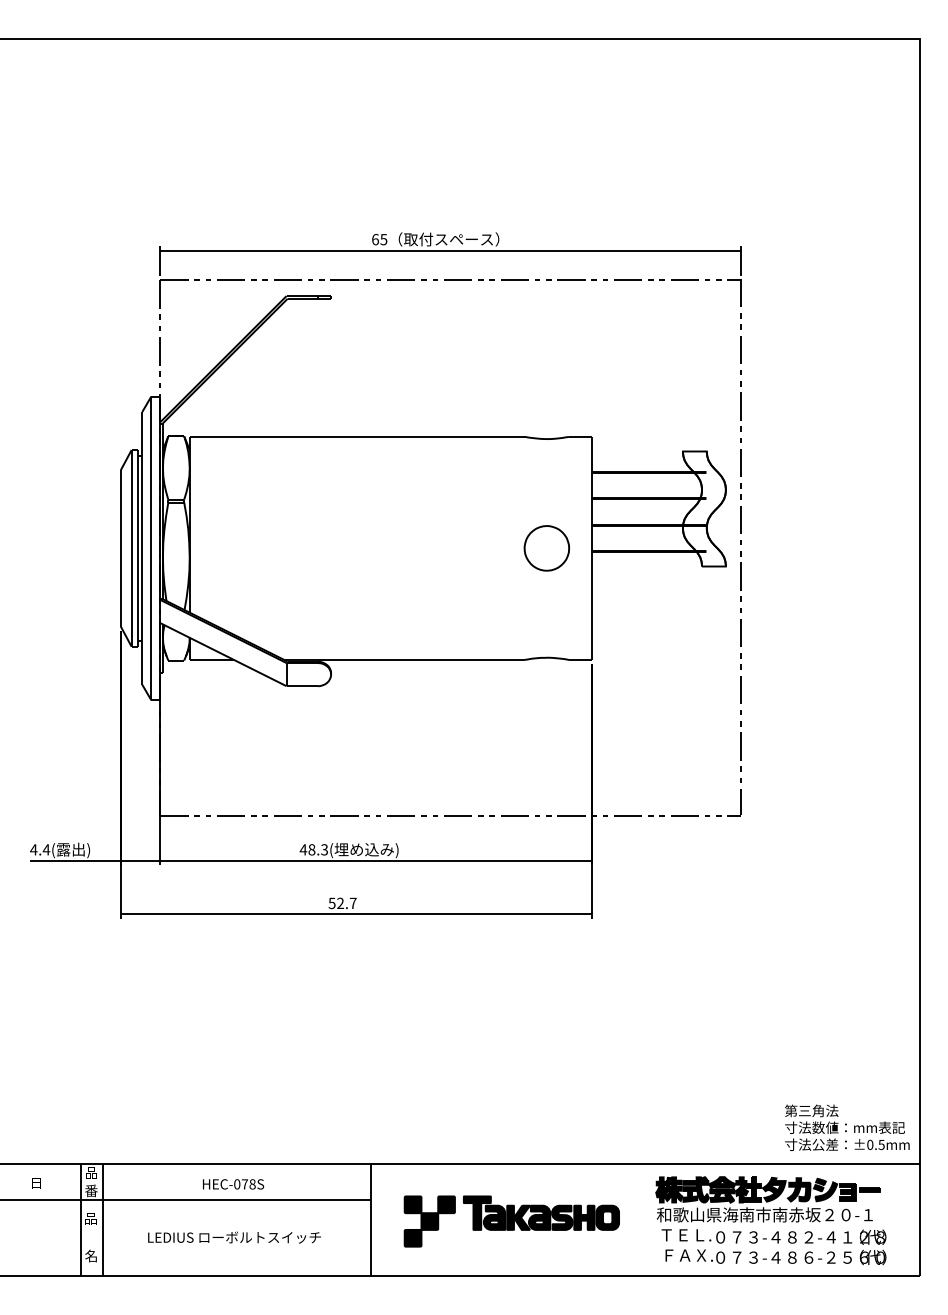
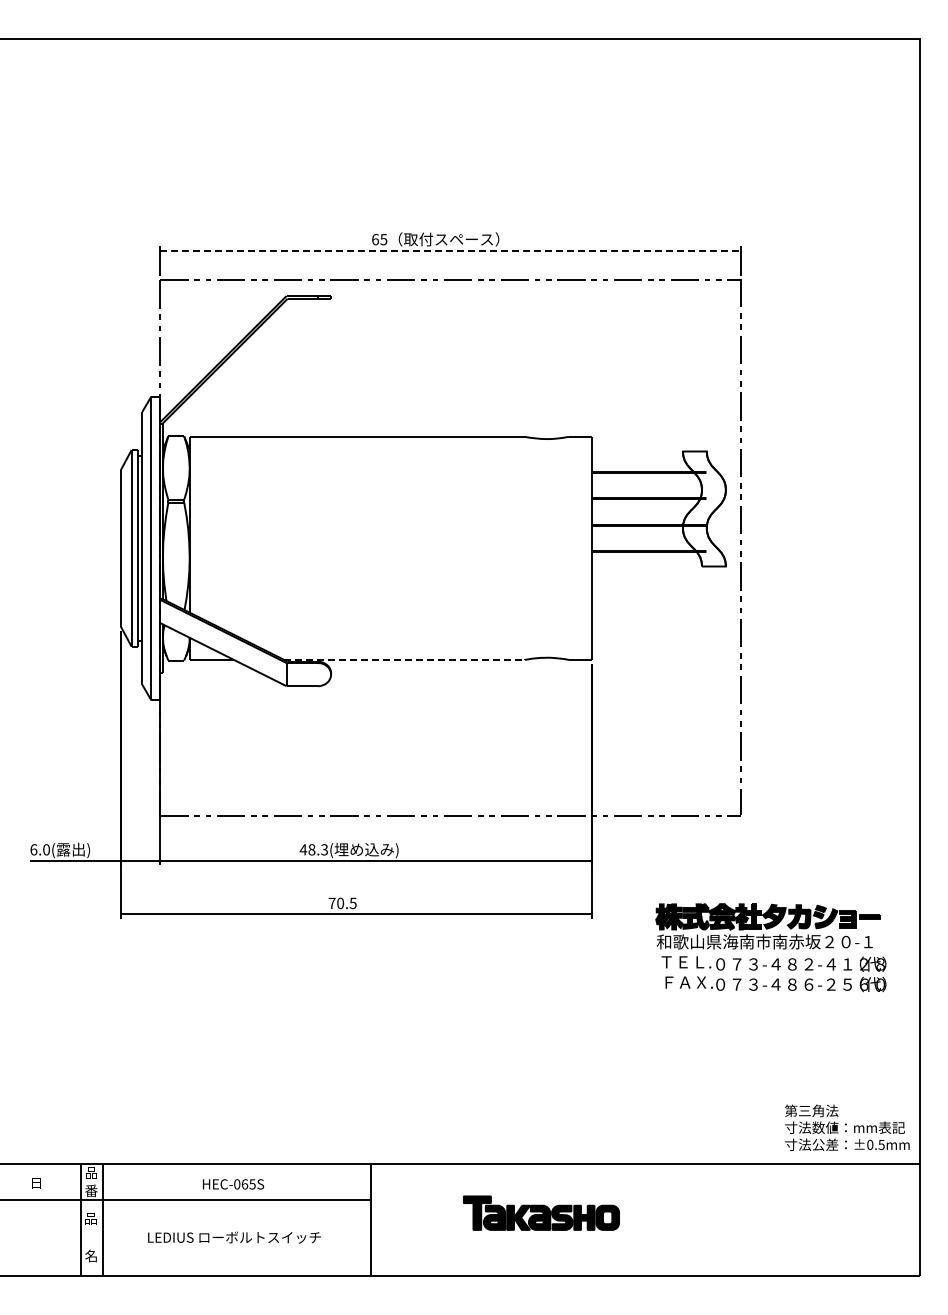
line at (450, 251): solid -> dashed
part at (546, 548): present -> none
line at (405, 660): solid -> dashed
text at (40, 849): 4.4( -> 6.0(
text at (342, 903): 52.7 -> 70.5
text at (248, 1184): HEC-078S -> HEC-065S
part at (770, 1220) position: (770, 1220) -> (770, 947)
part at (429, 1221): present -> none
